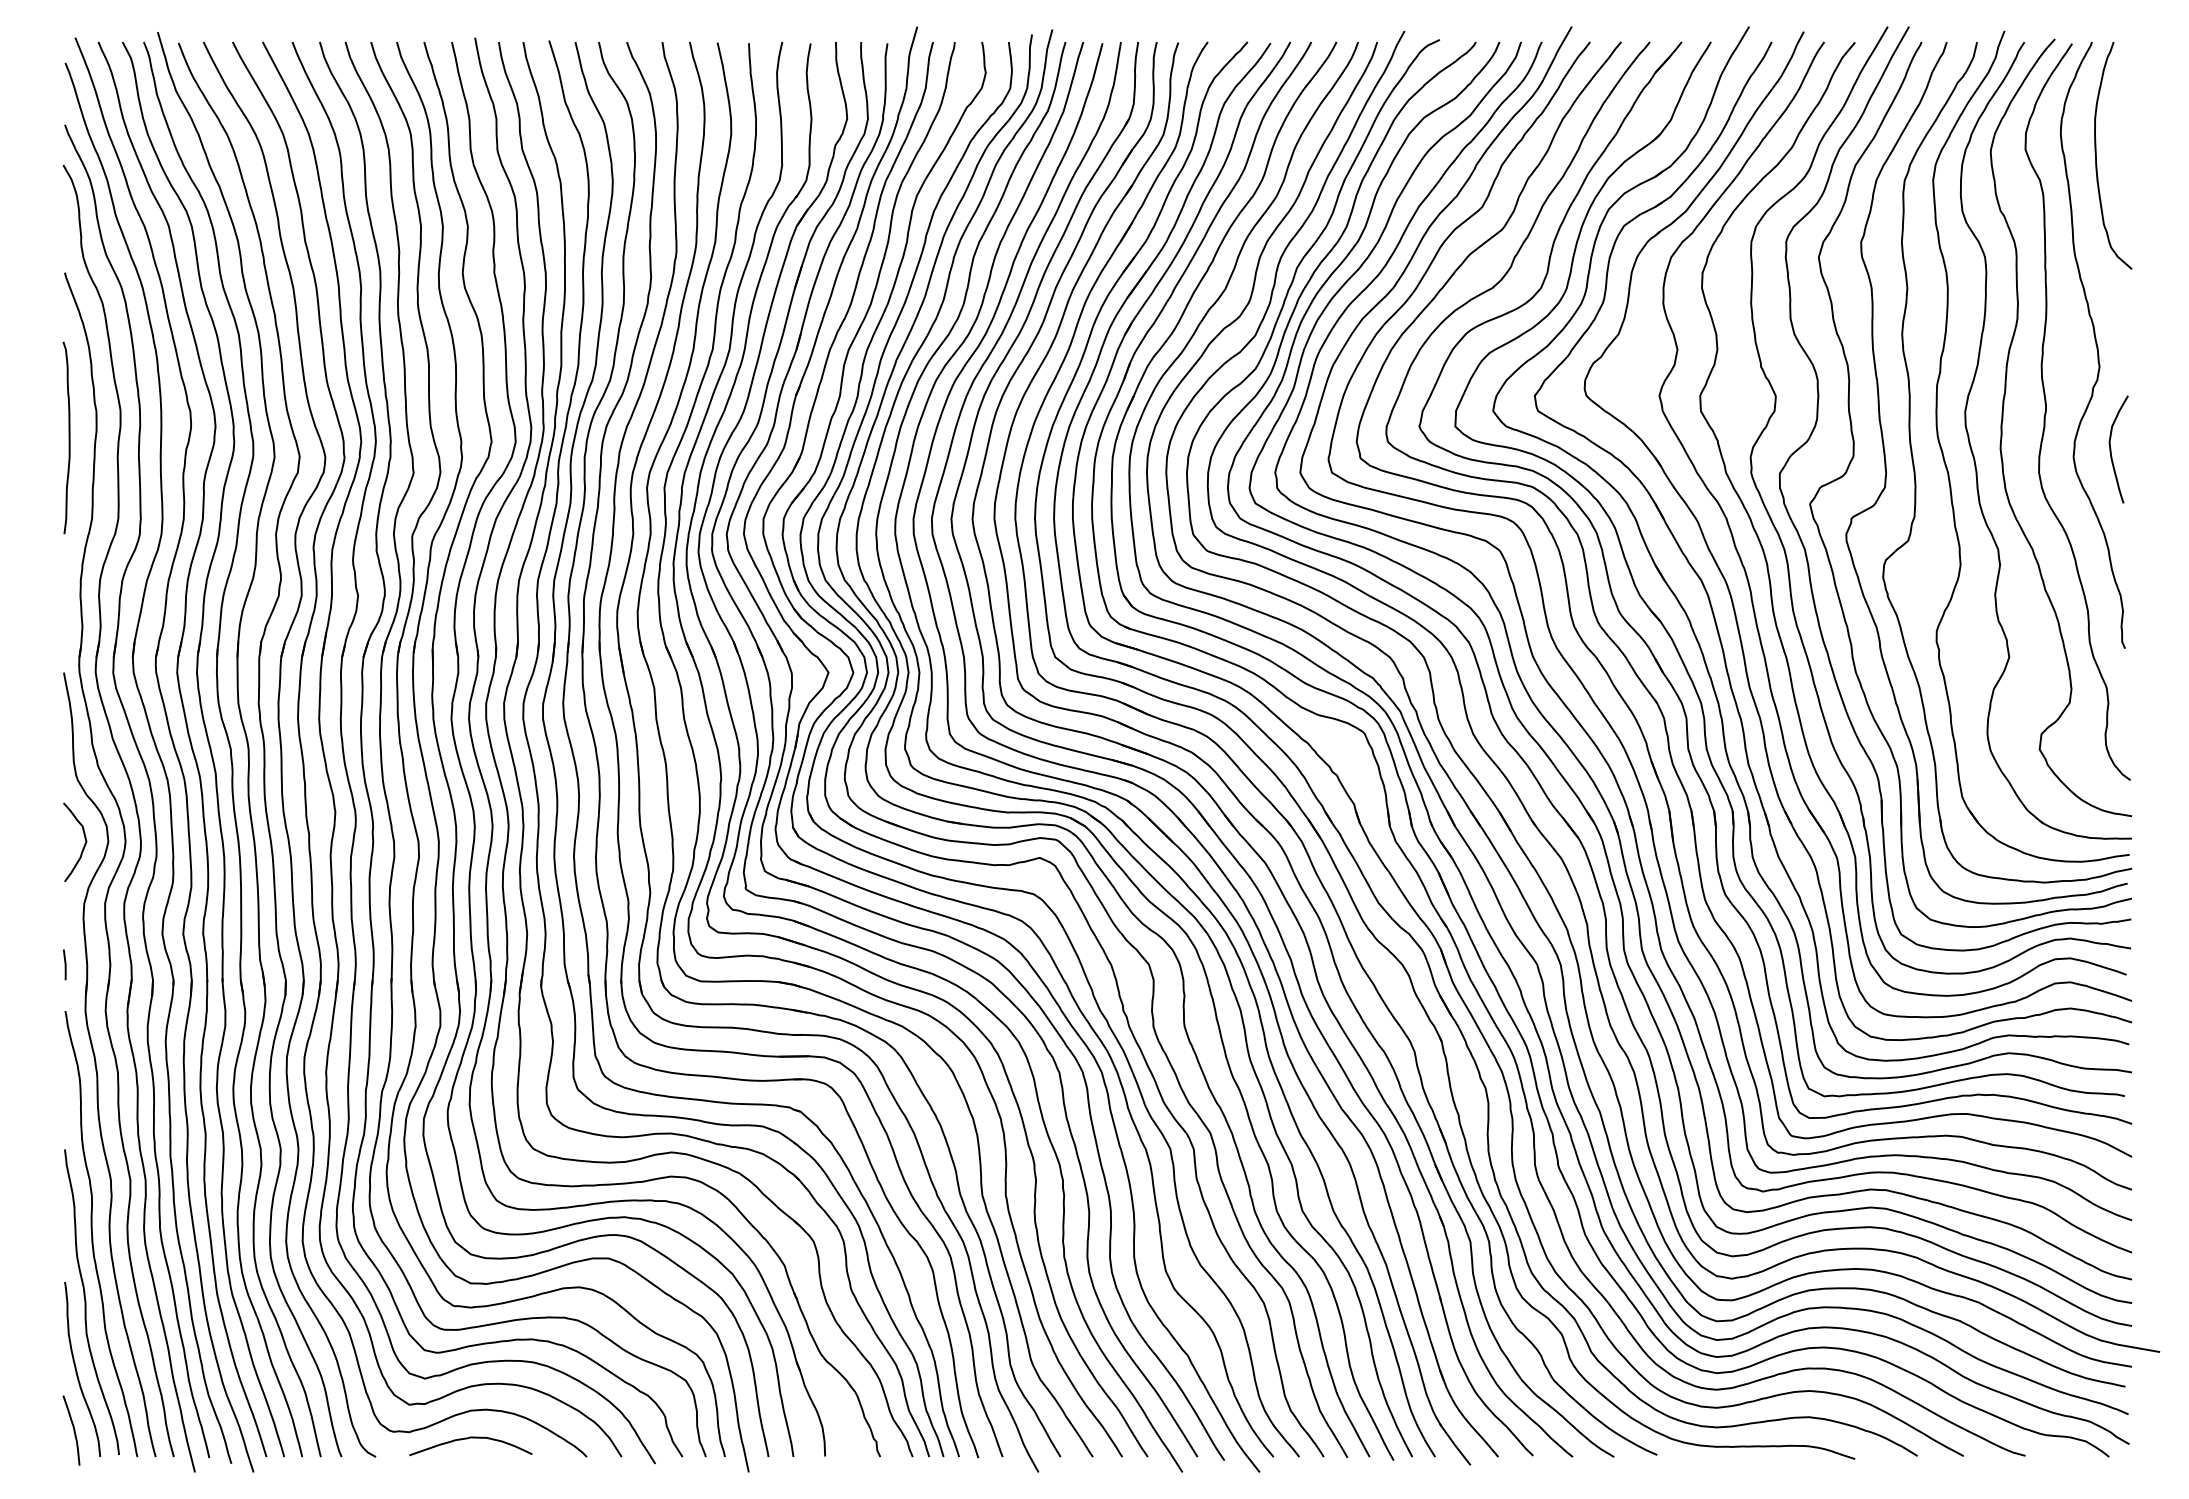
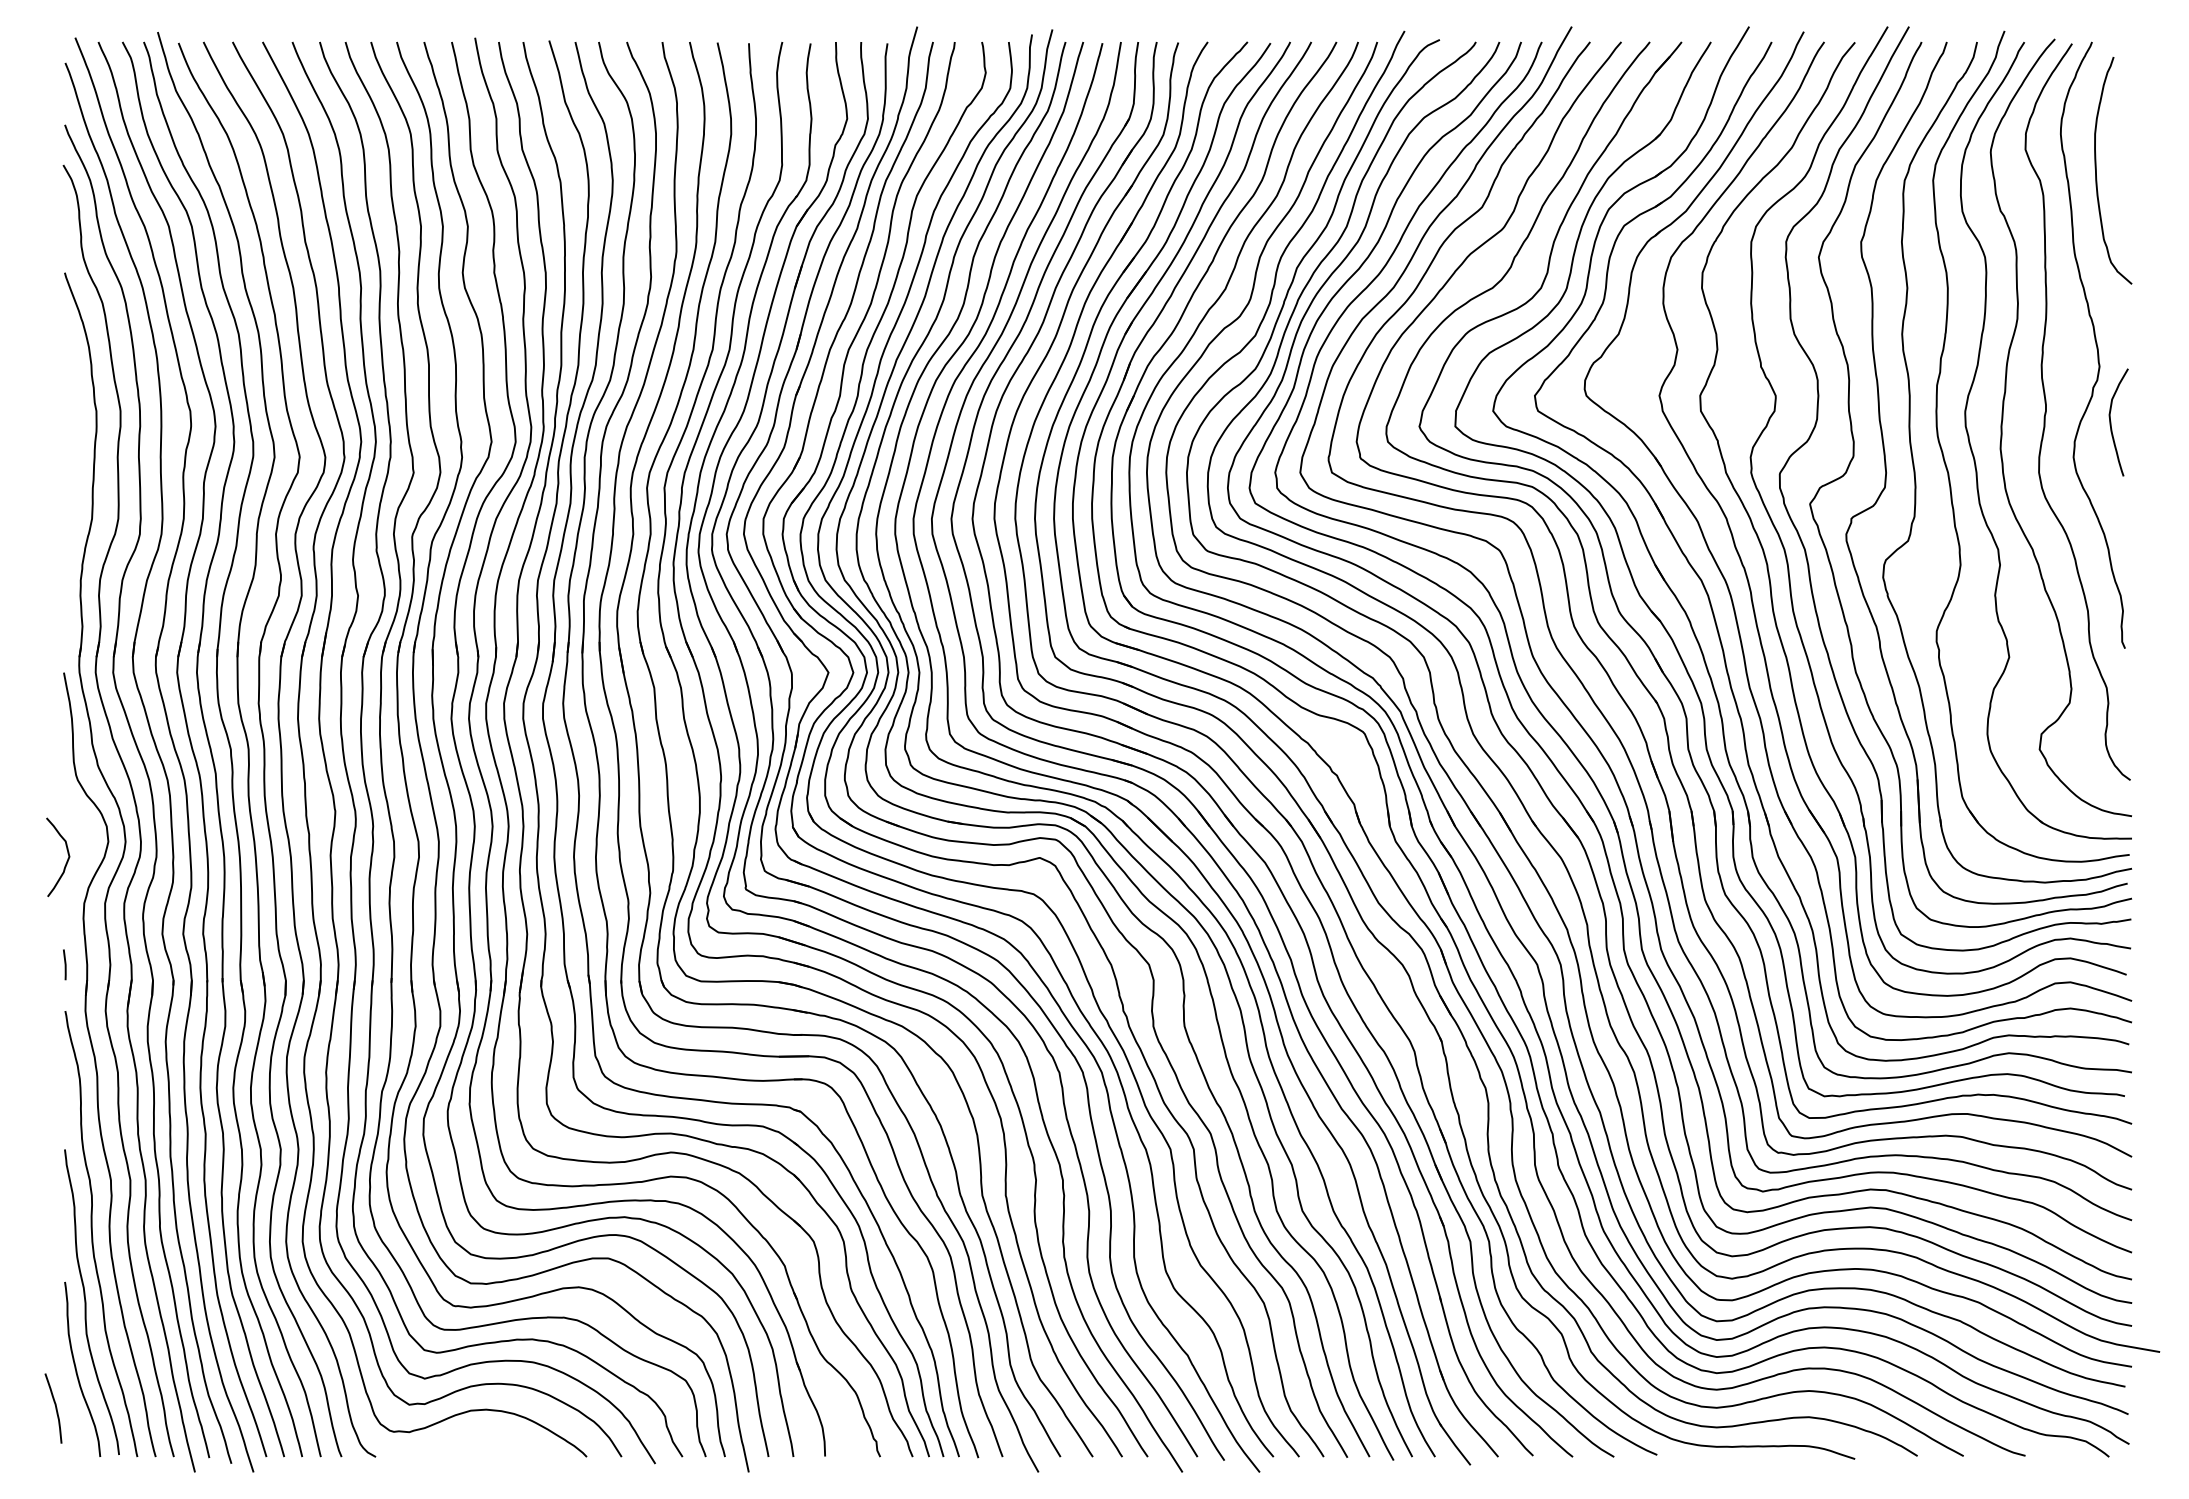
curve at (2096, 155) position: (2096, 155) -> (2096, 170)
curve at (68, 437): present -> none
curve at (2111, 449) position: (2111, 449) -> (2111, 422)
curve at (83, 846) position: (83, 846) -> (66, 861)
curve at (73, 1430) position: (73, 1430) -> (55, 1408)
curve at (467, 1439): present -> none
